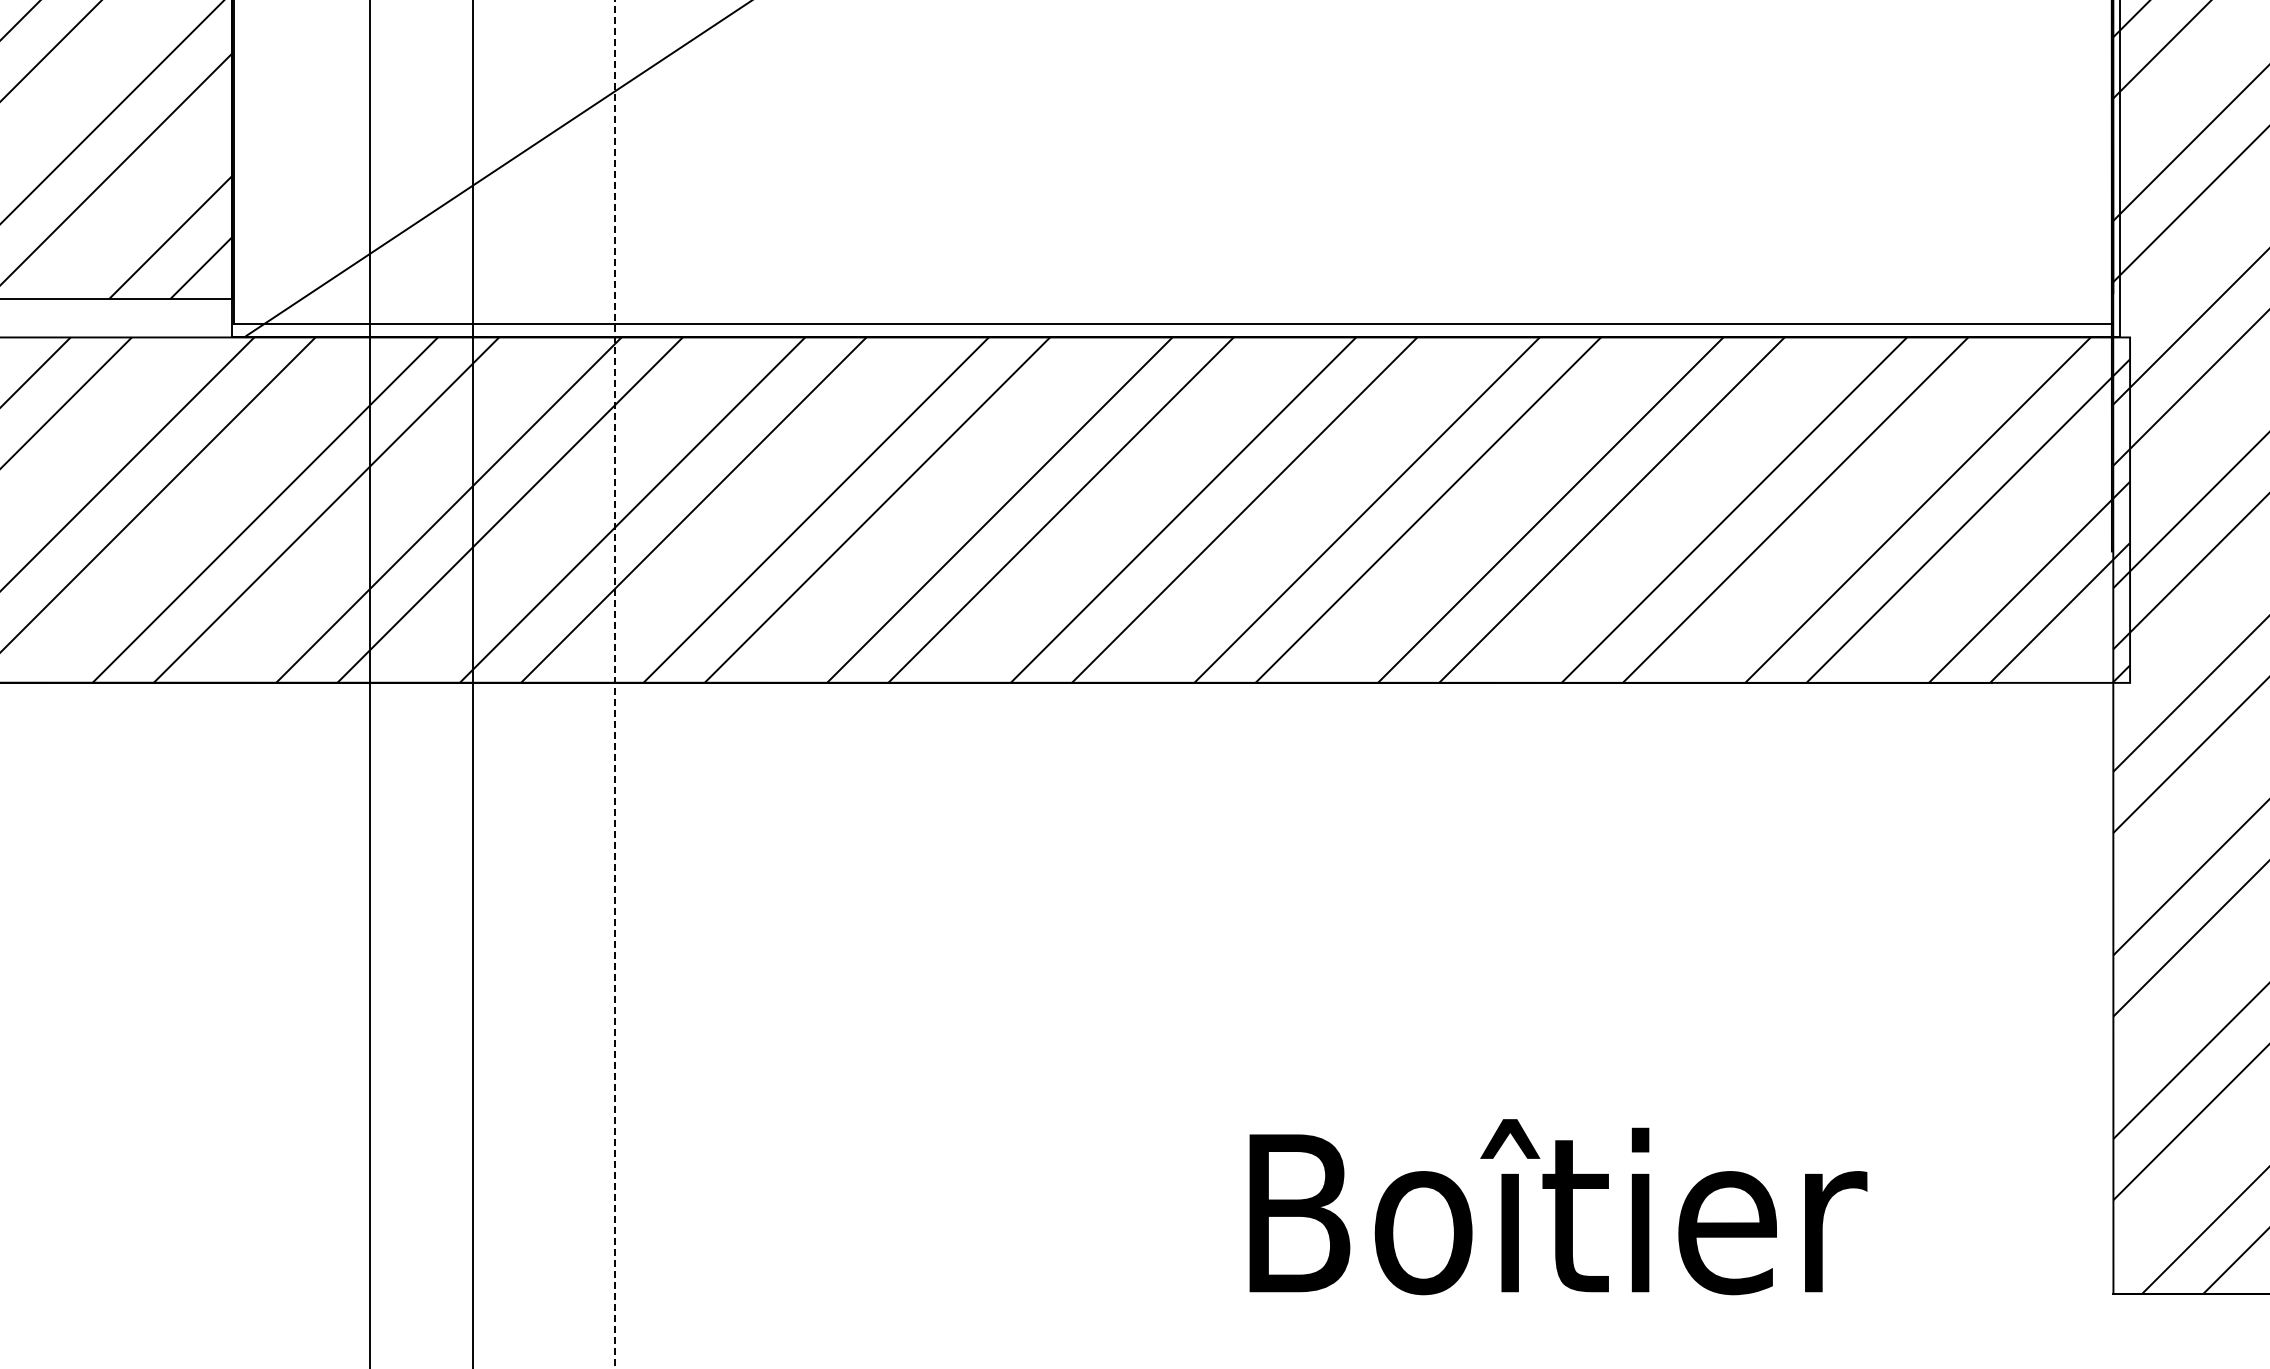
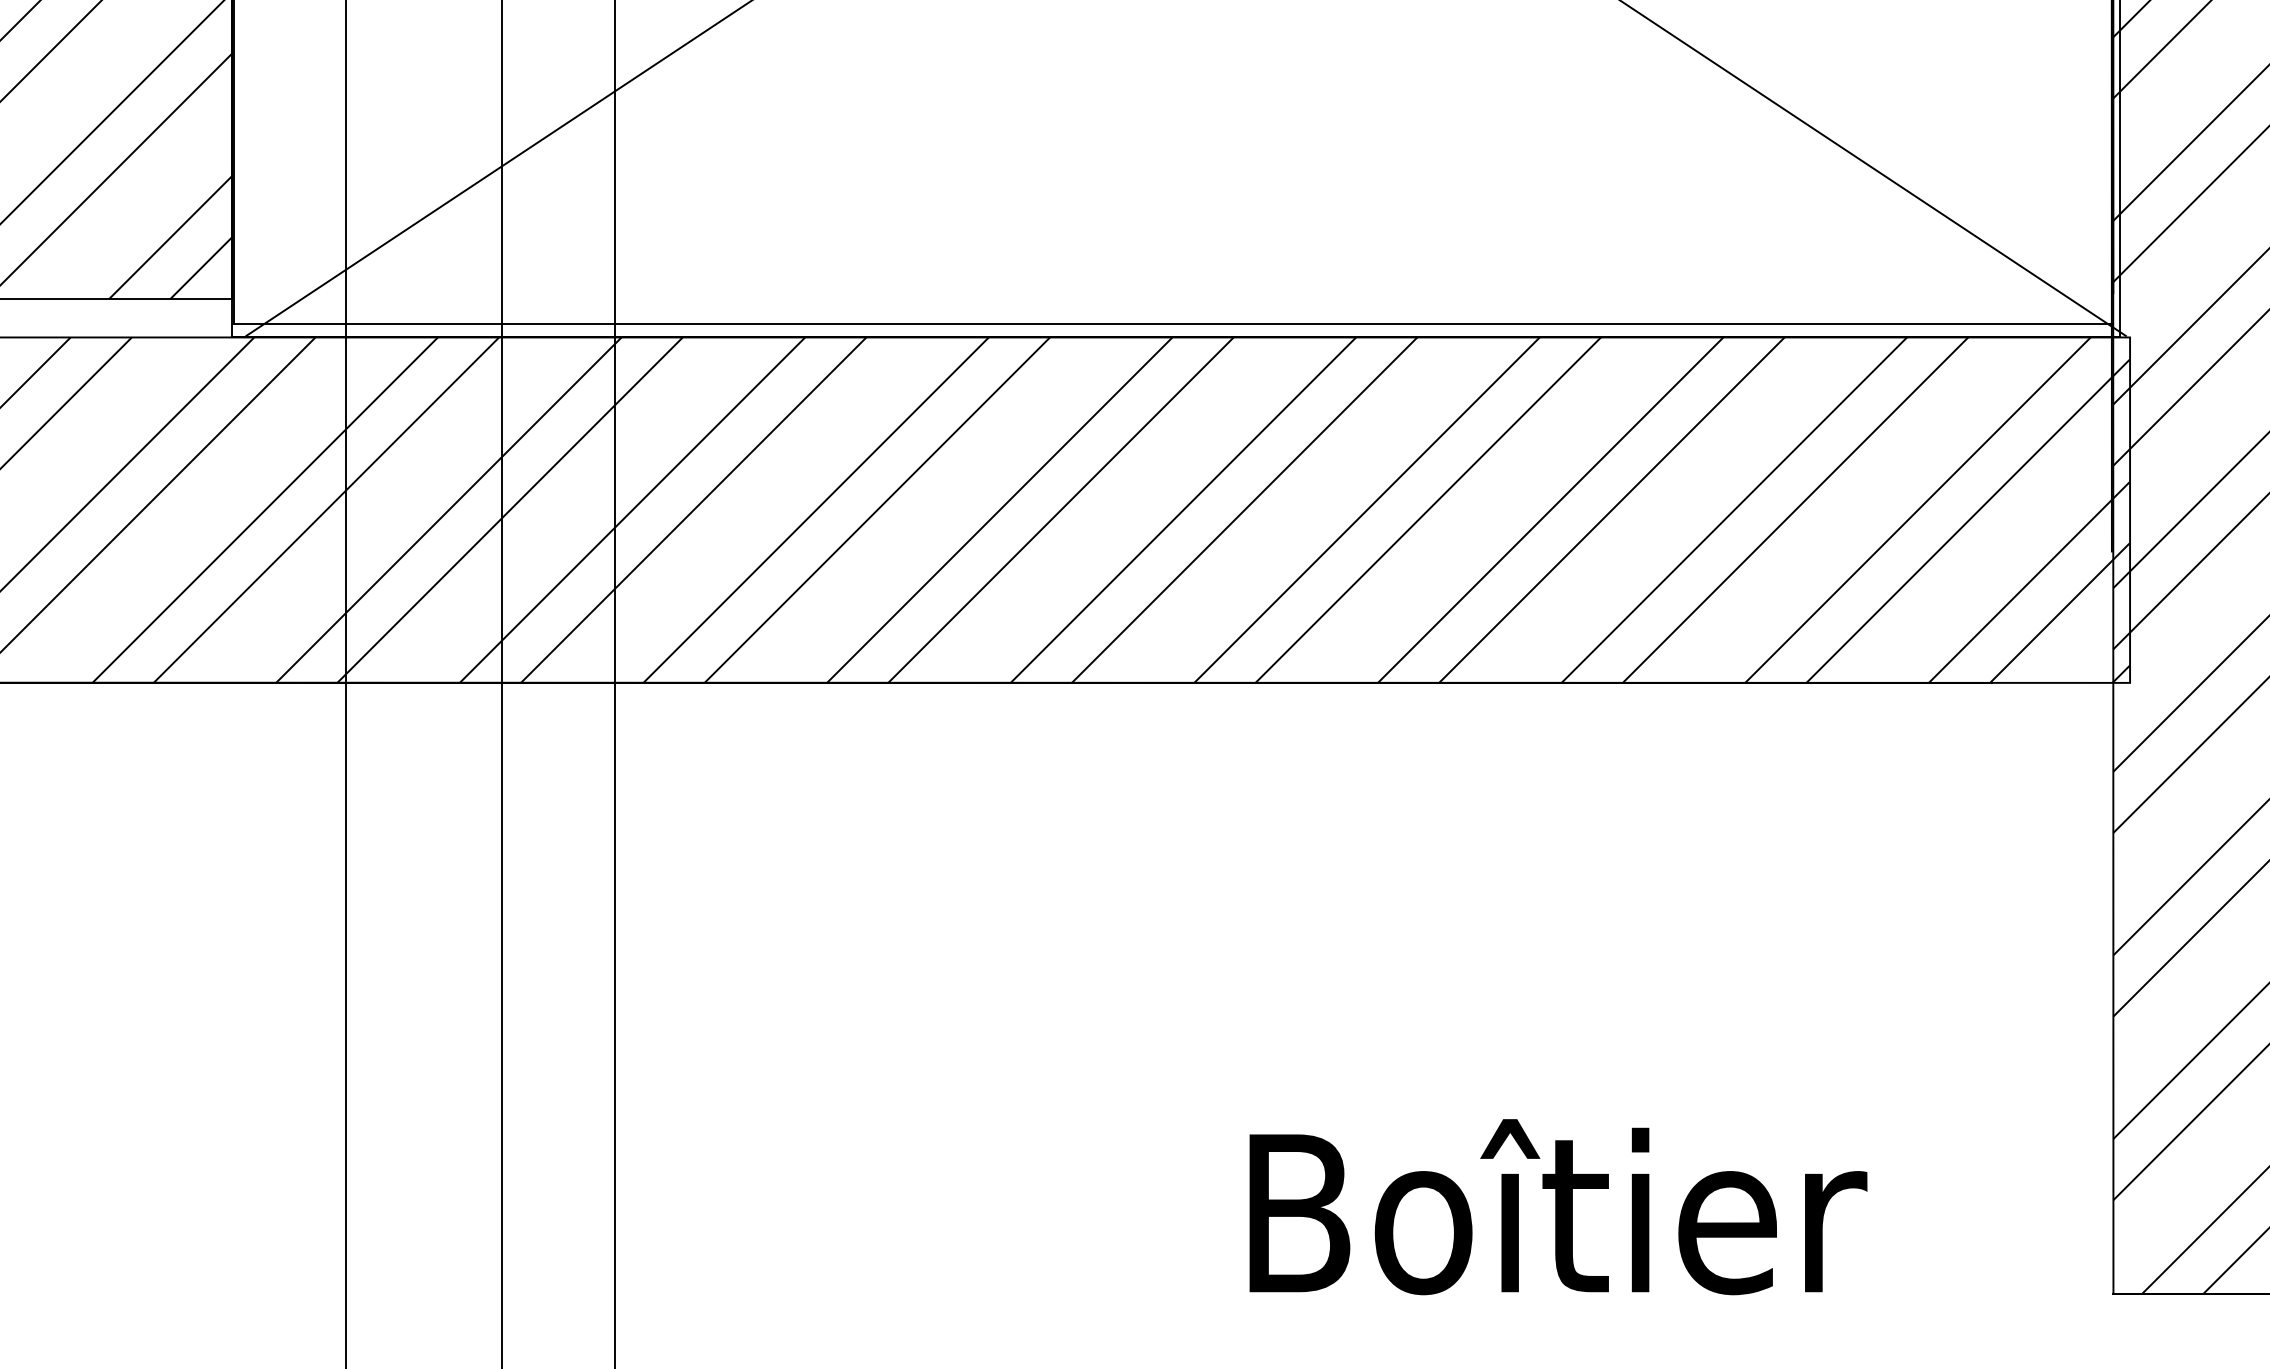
line at (1873, 168): none -> present
line at (370, 683) position: (370, 683) -> (346, 683)
line at (473, 683) position: (473, 683) -> (502, 683)
line at (615, 684): dashed -> solid
